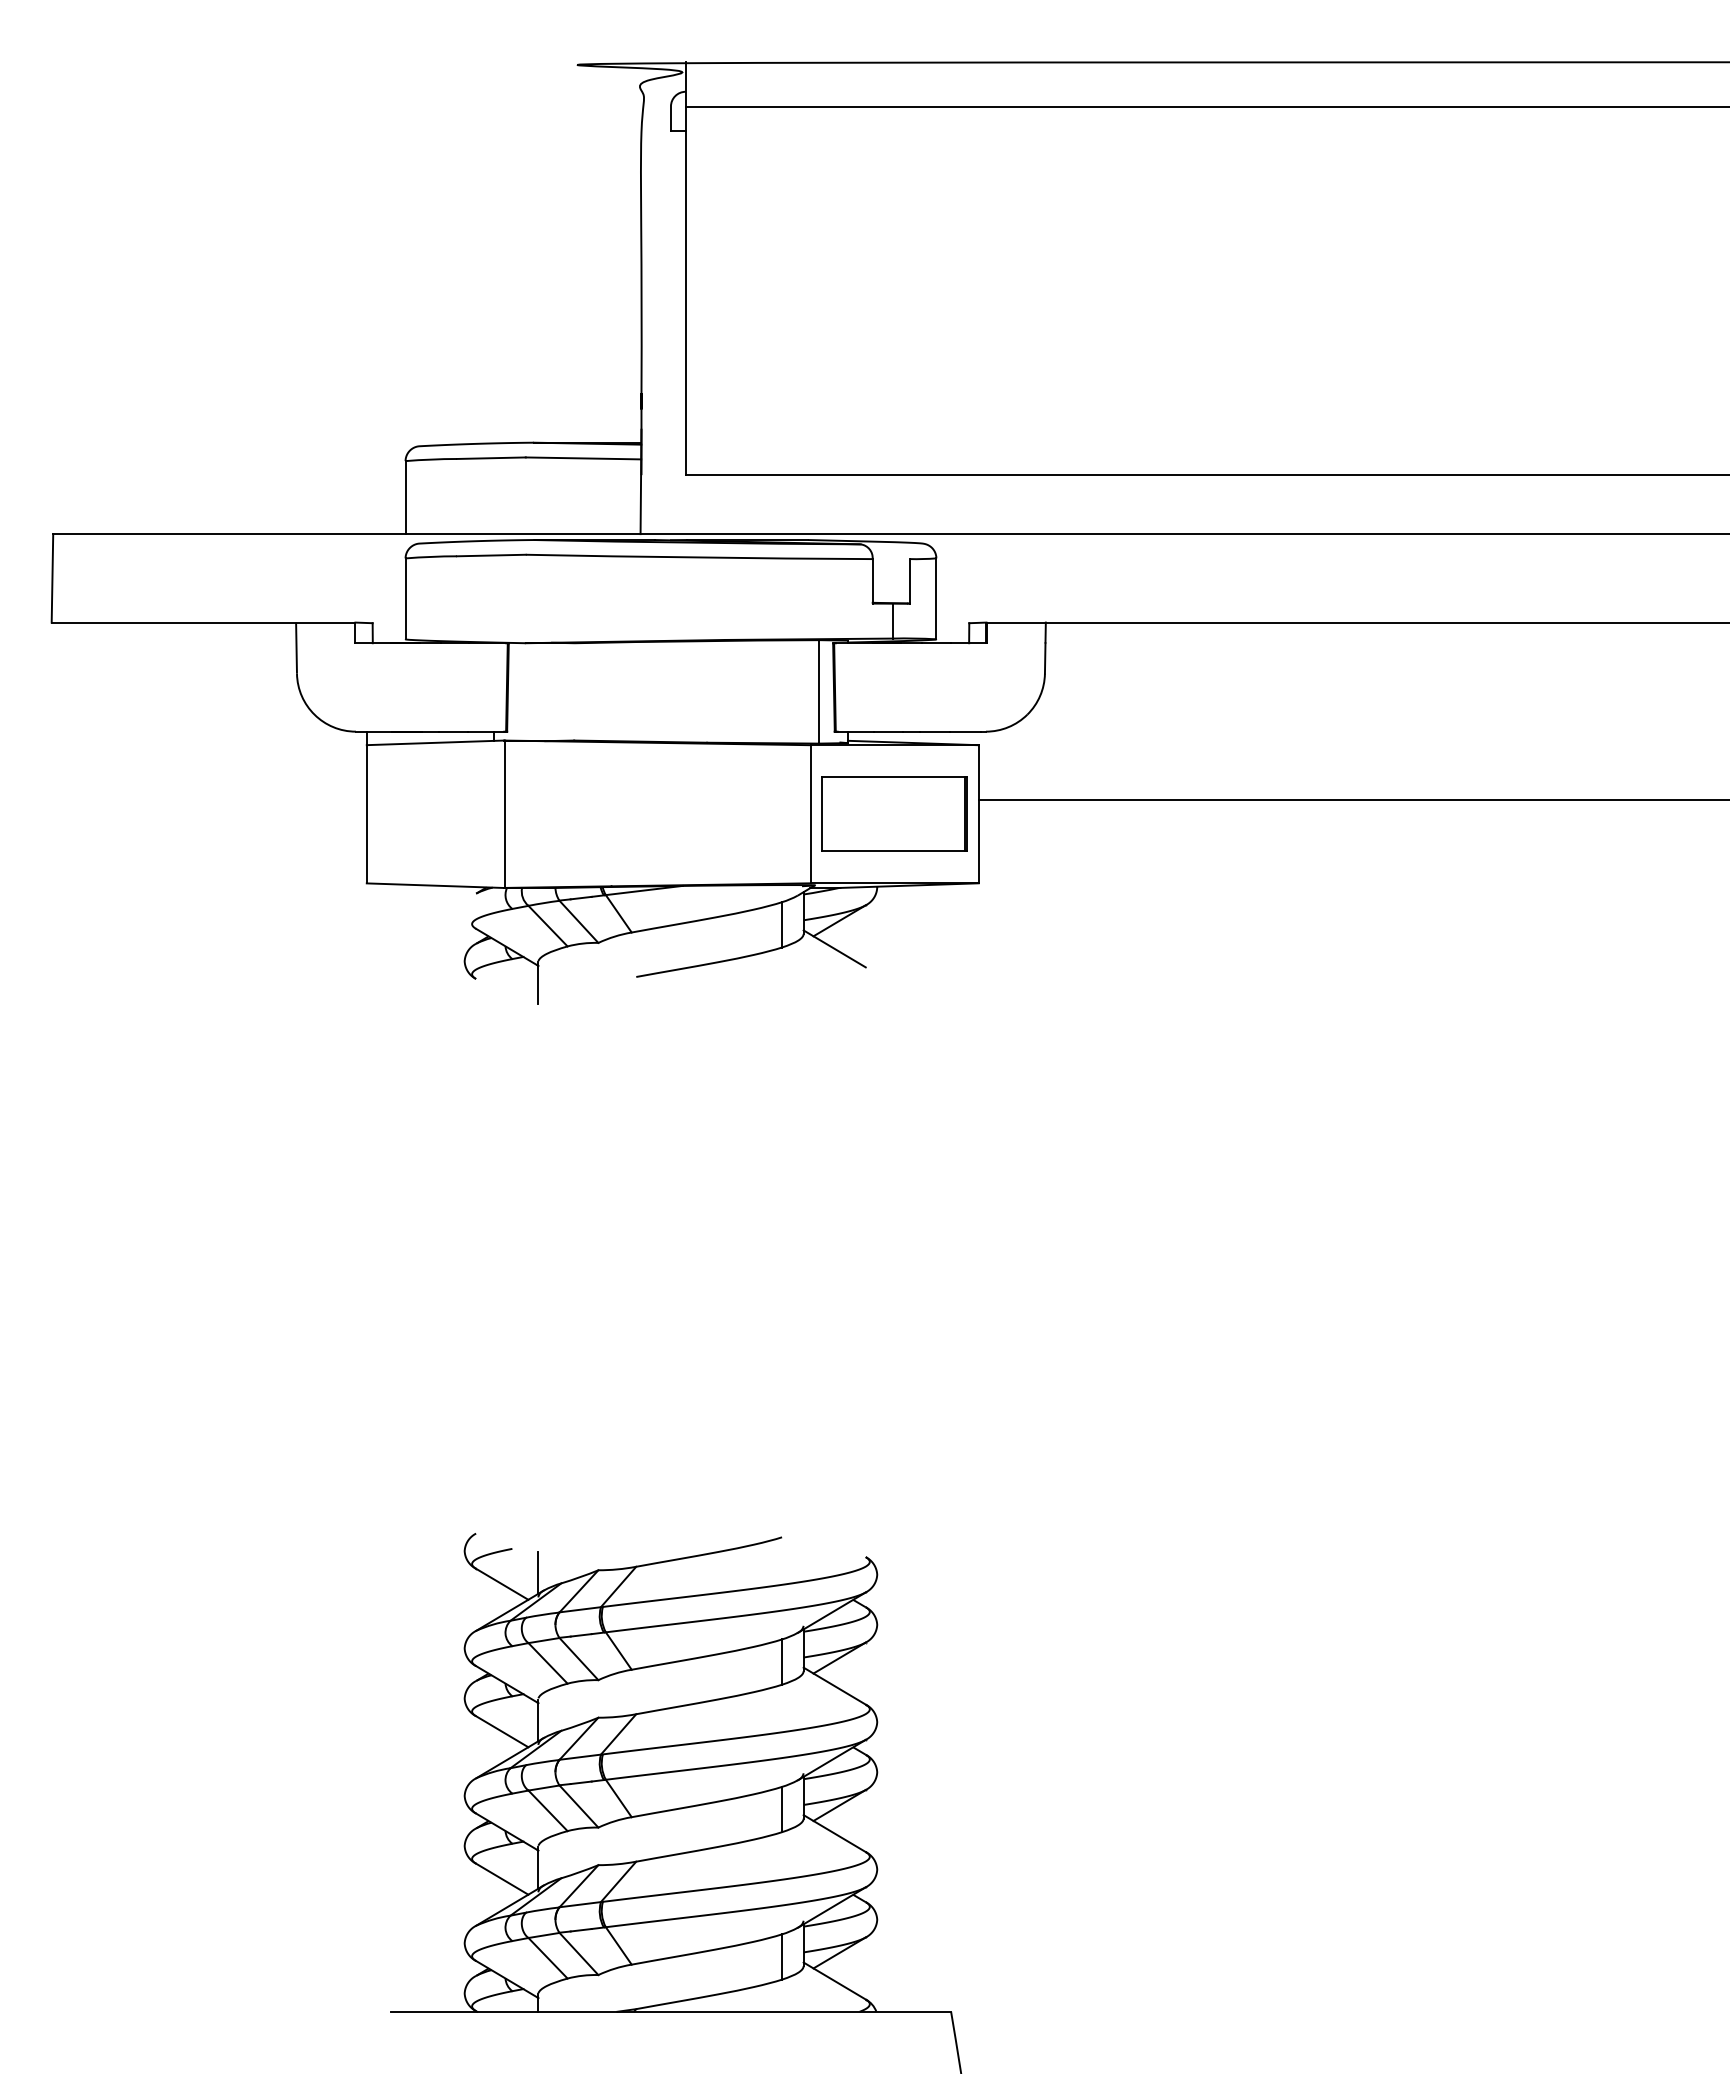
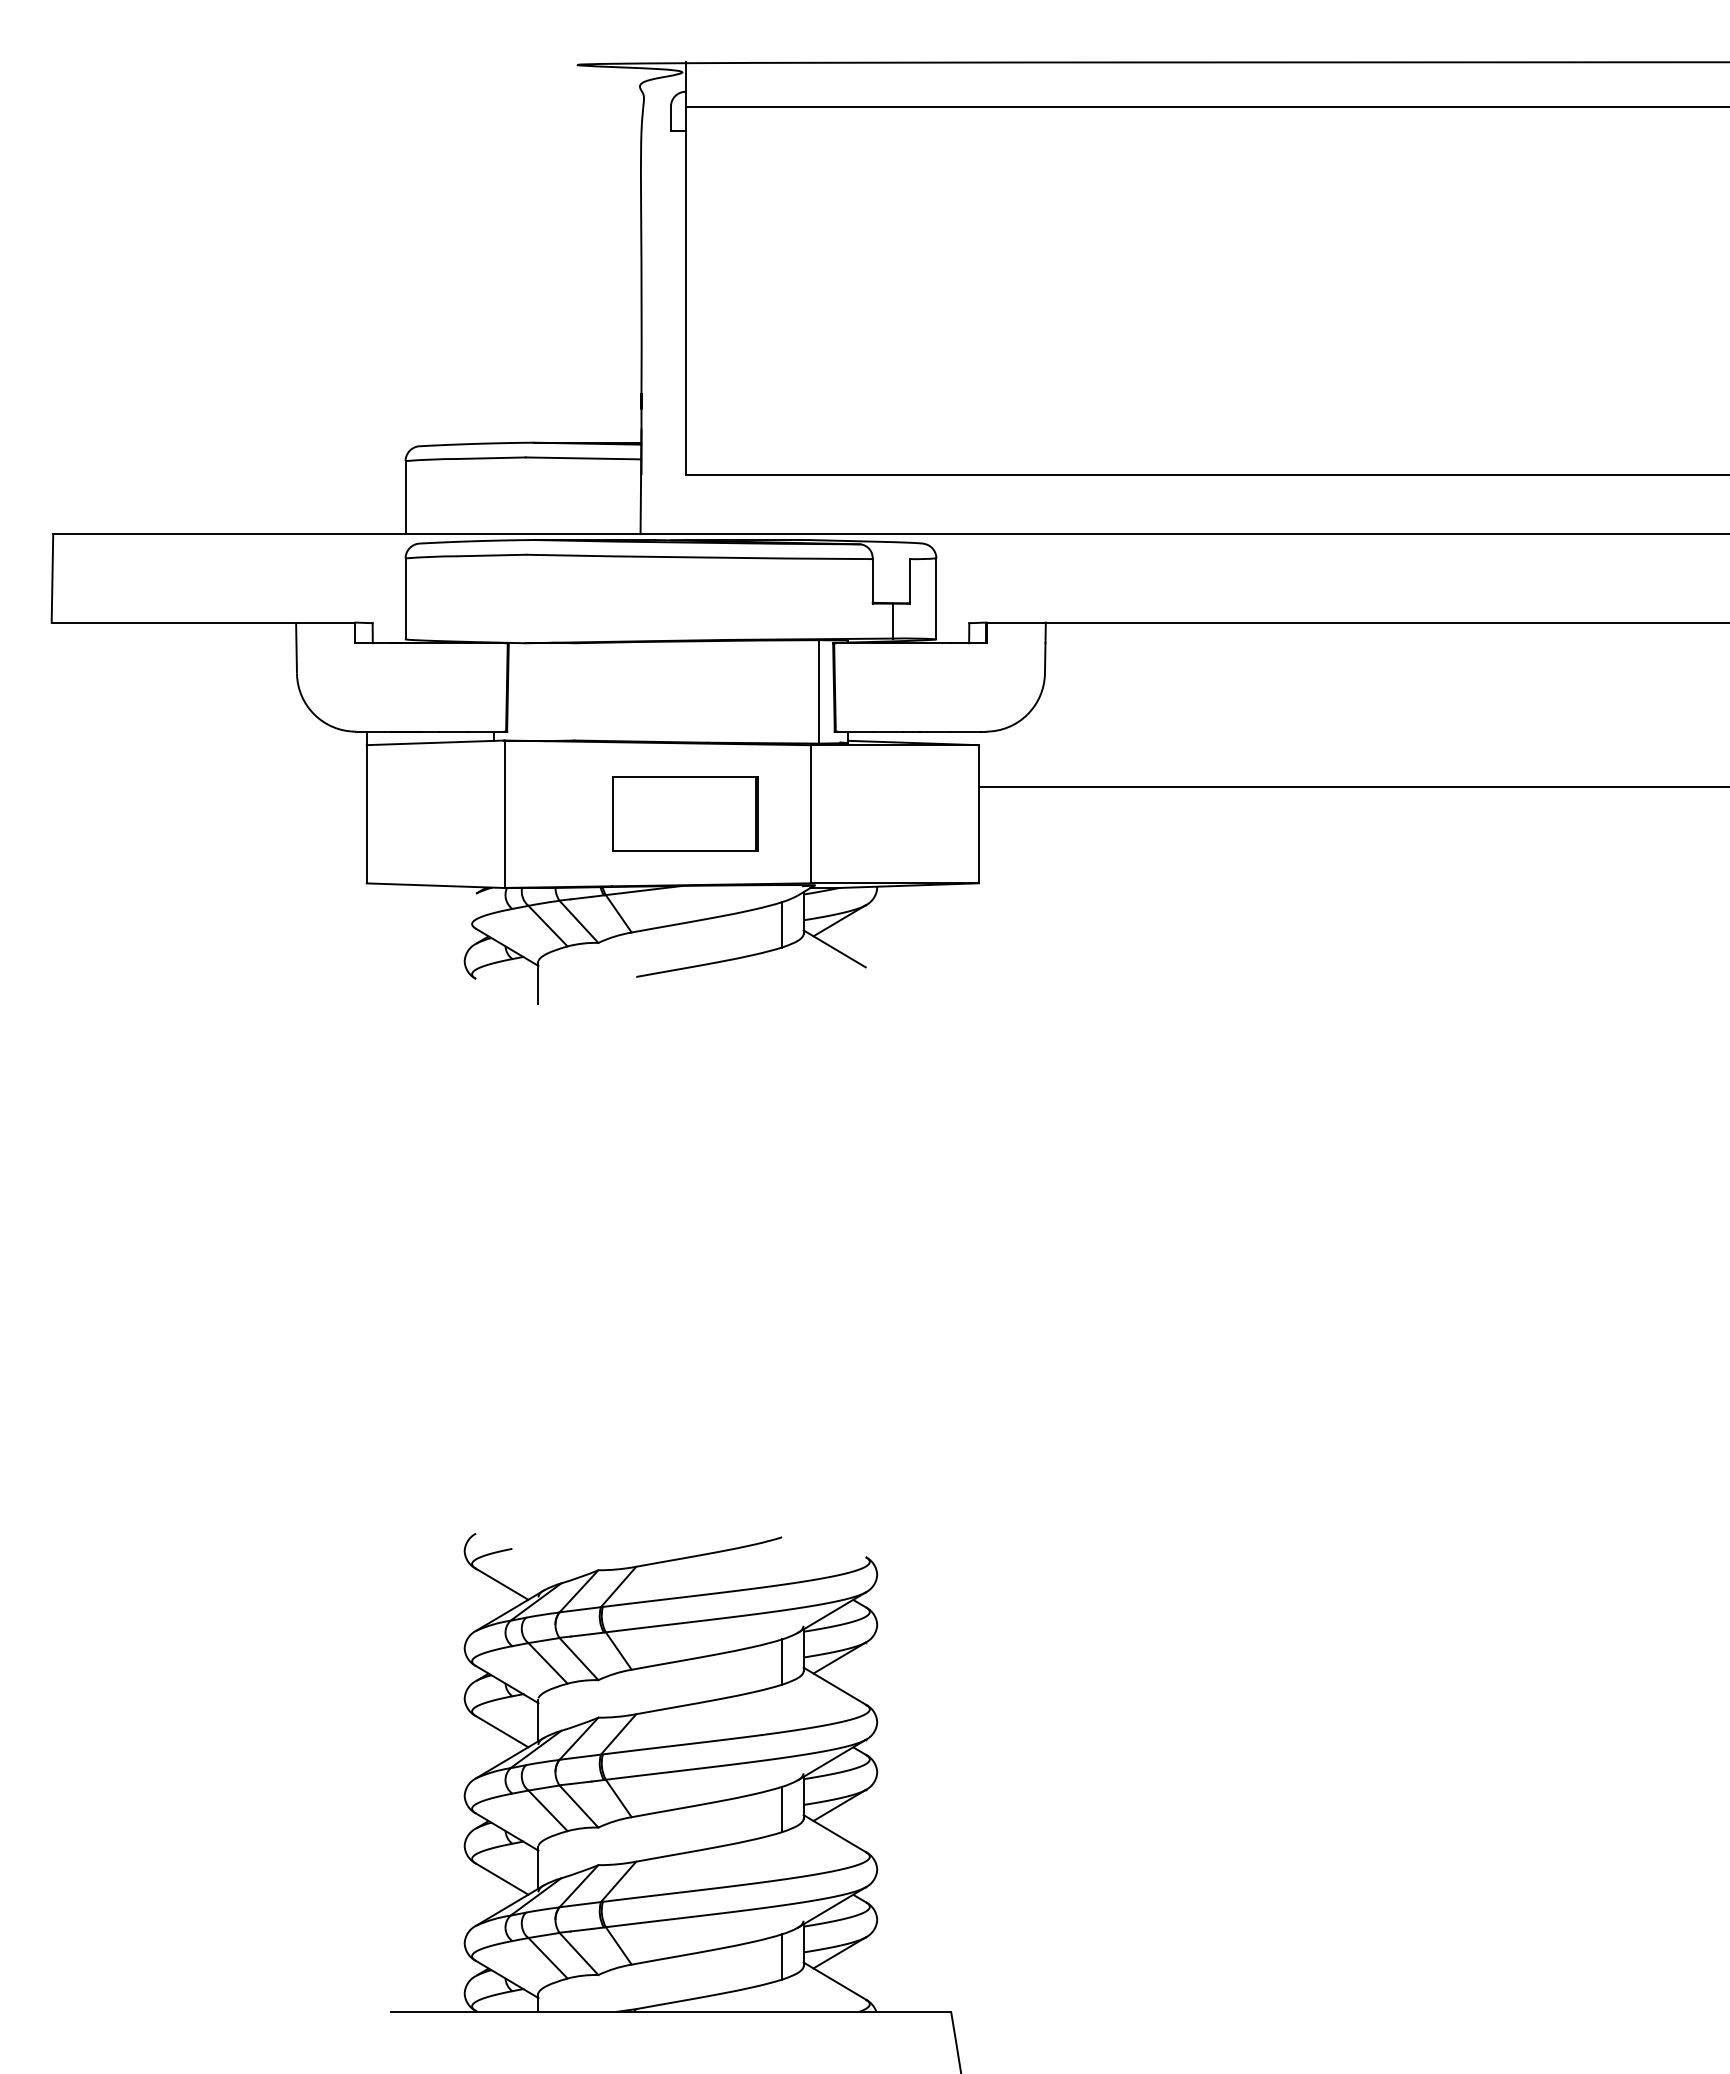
line at (1352, 799) position: (1352, 799) -> (1352, 786)
part at (894, 813) position: (894, 813) -> (685, 813)
line at (538, 1572): present -> none
